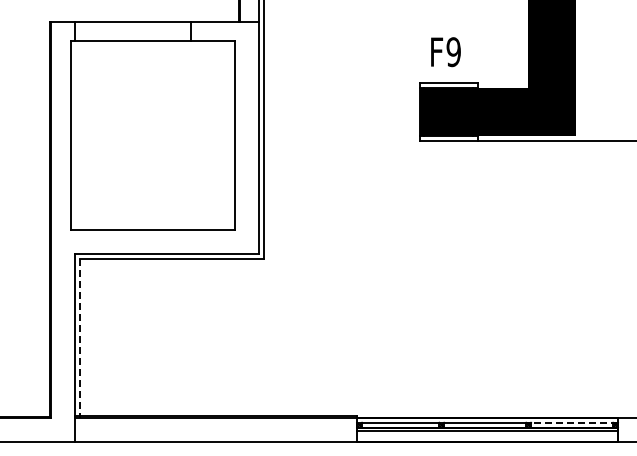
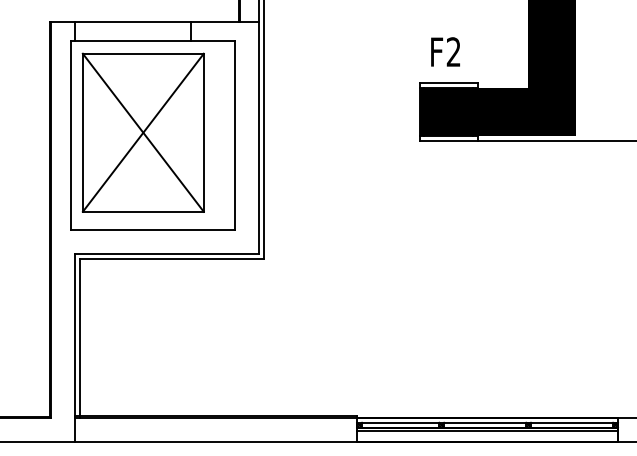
text at (453, 52): F9 -> F2
part at (142, 132): none -> present
line at (80, 338): dashed -> solid
line at (572, 422): dashed -> solid
